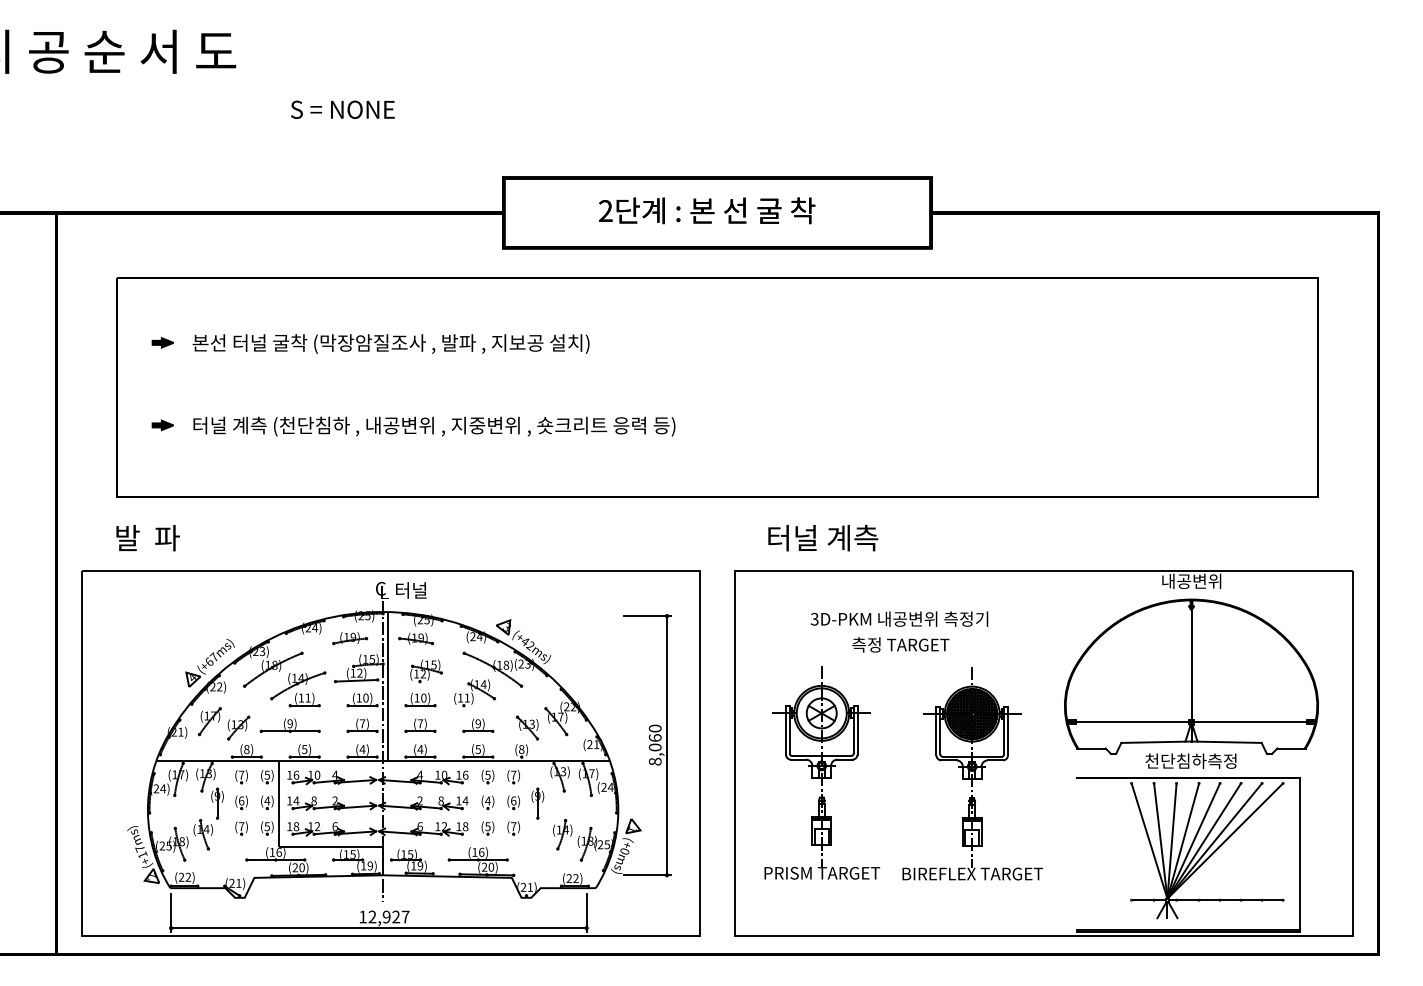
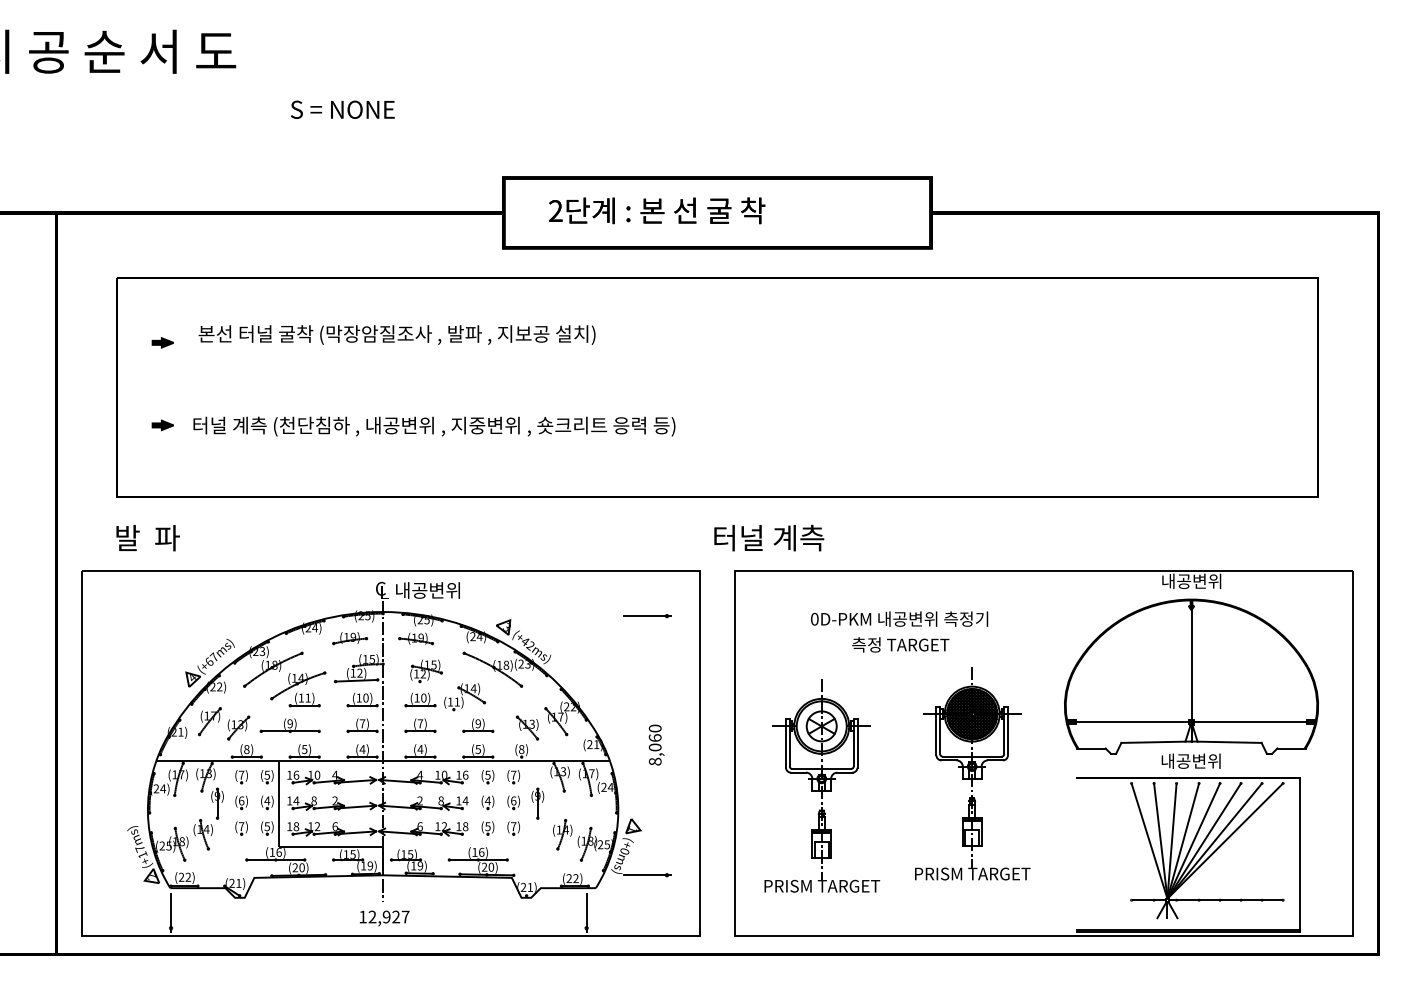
text at (707, 210) position: (707, 210) -> (657, 210)
text at (390, 343) position: (390, 343) -> (396, 334)
text at (823, 537) position: (823, 537) -> (769, 537)
text at (427, 590): 터널 -> 내공변위
text at (814, 619): 3D-PKM -> 0D-PKM
line at (388, 686): present -> none
part at (474, 693) position: (474, 693) -> (464, 697)
line at (667, 745): present -> none
text at (1190, 760): 천단침하측정 -> 내공변위
part at (822, 772) position: (822, 772) -> (822, 785)
text at (972, 873): BIREFLEX TARGET -> PRISM TARGET
line at (378, 928): present -> none
